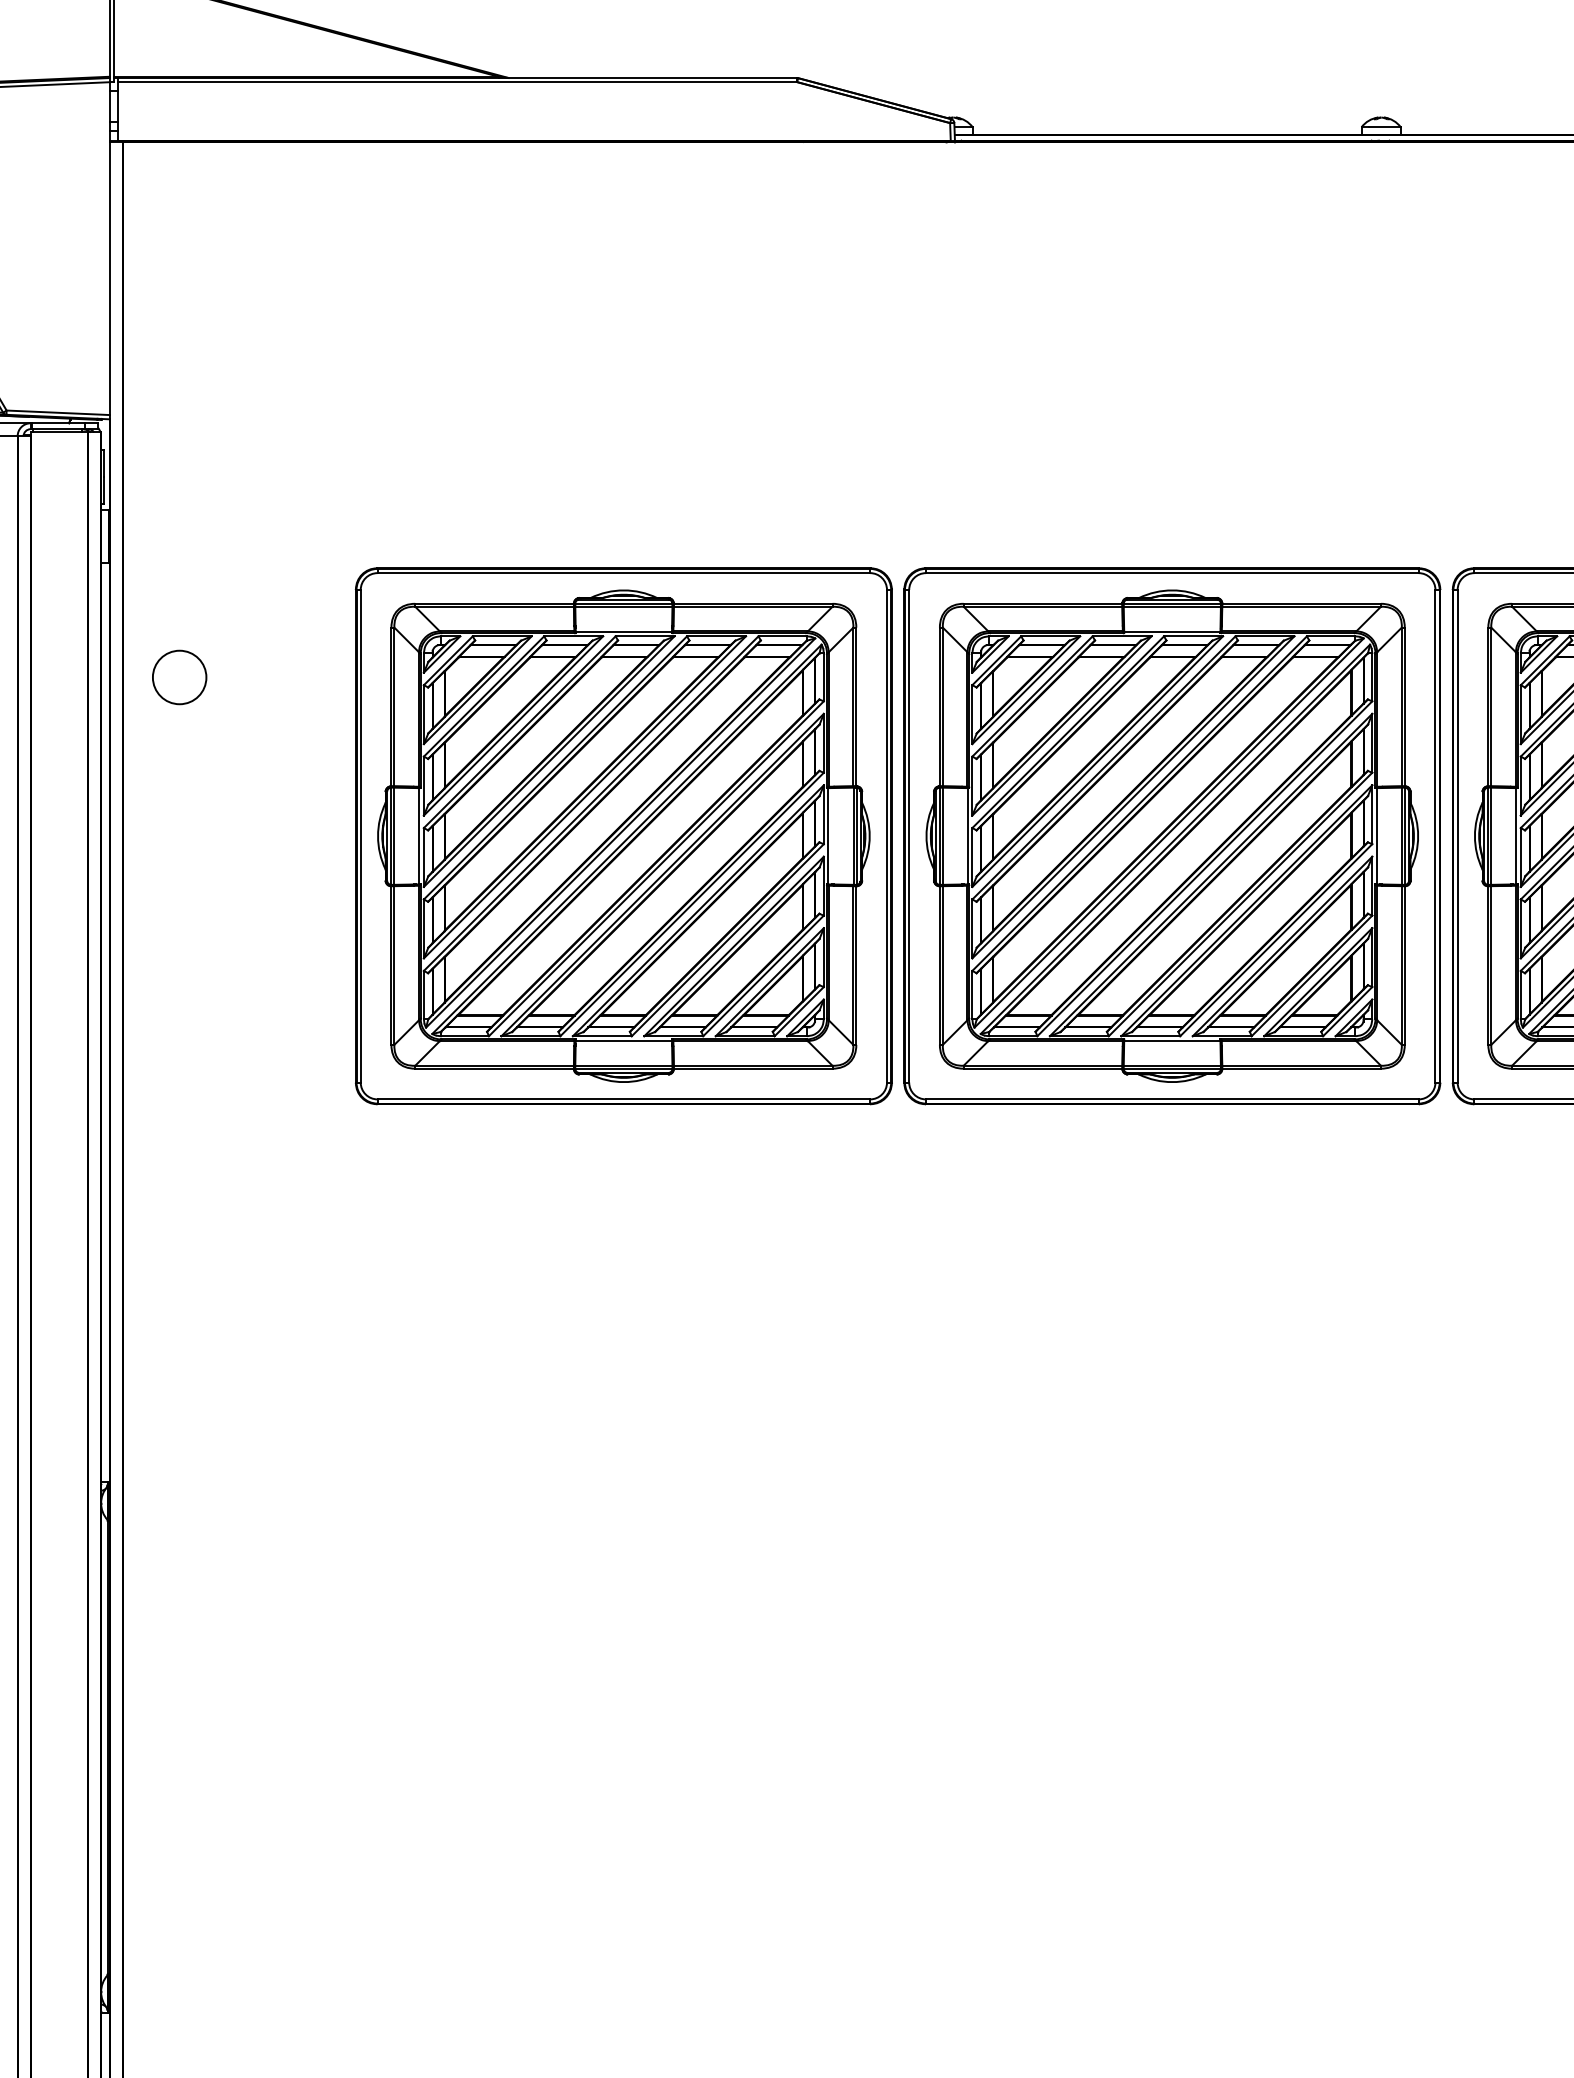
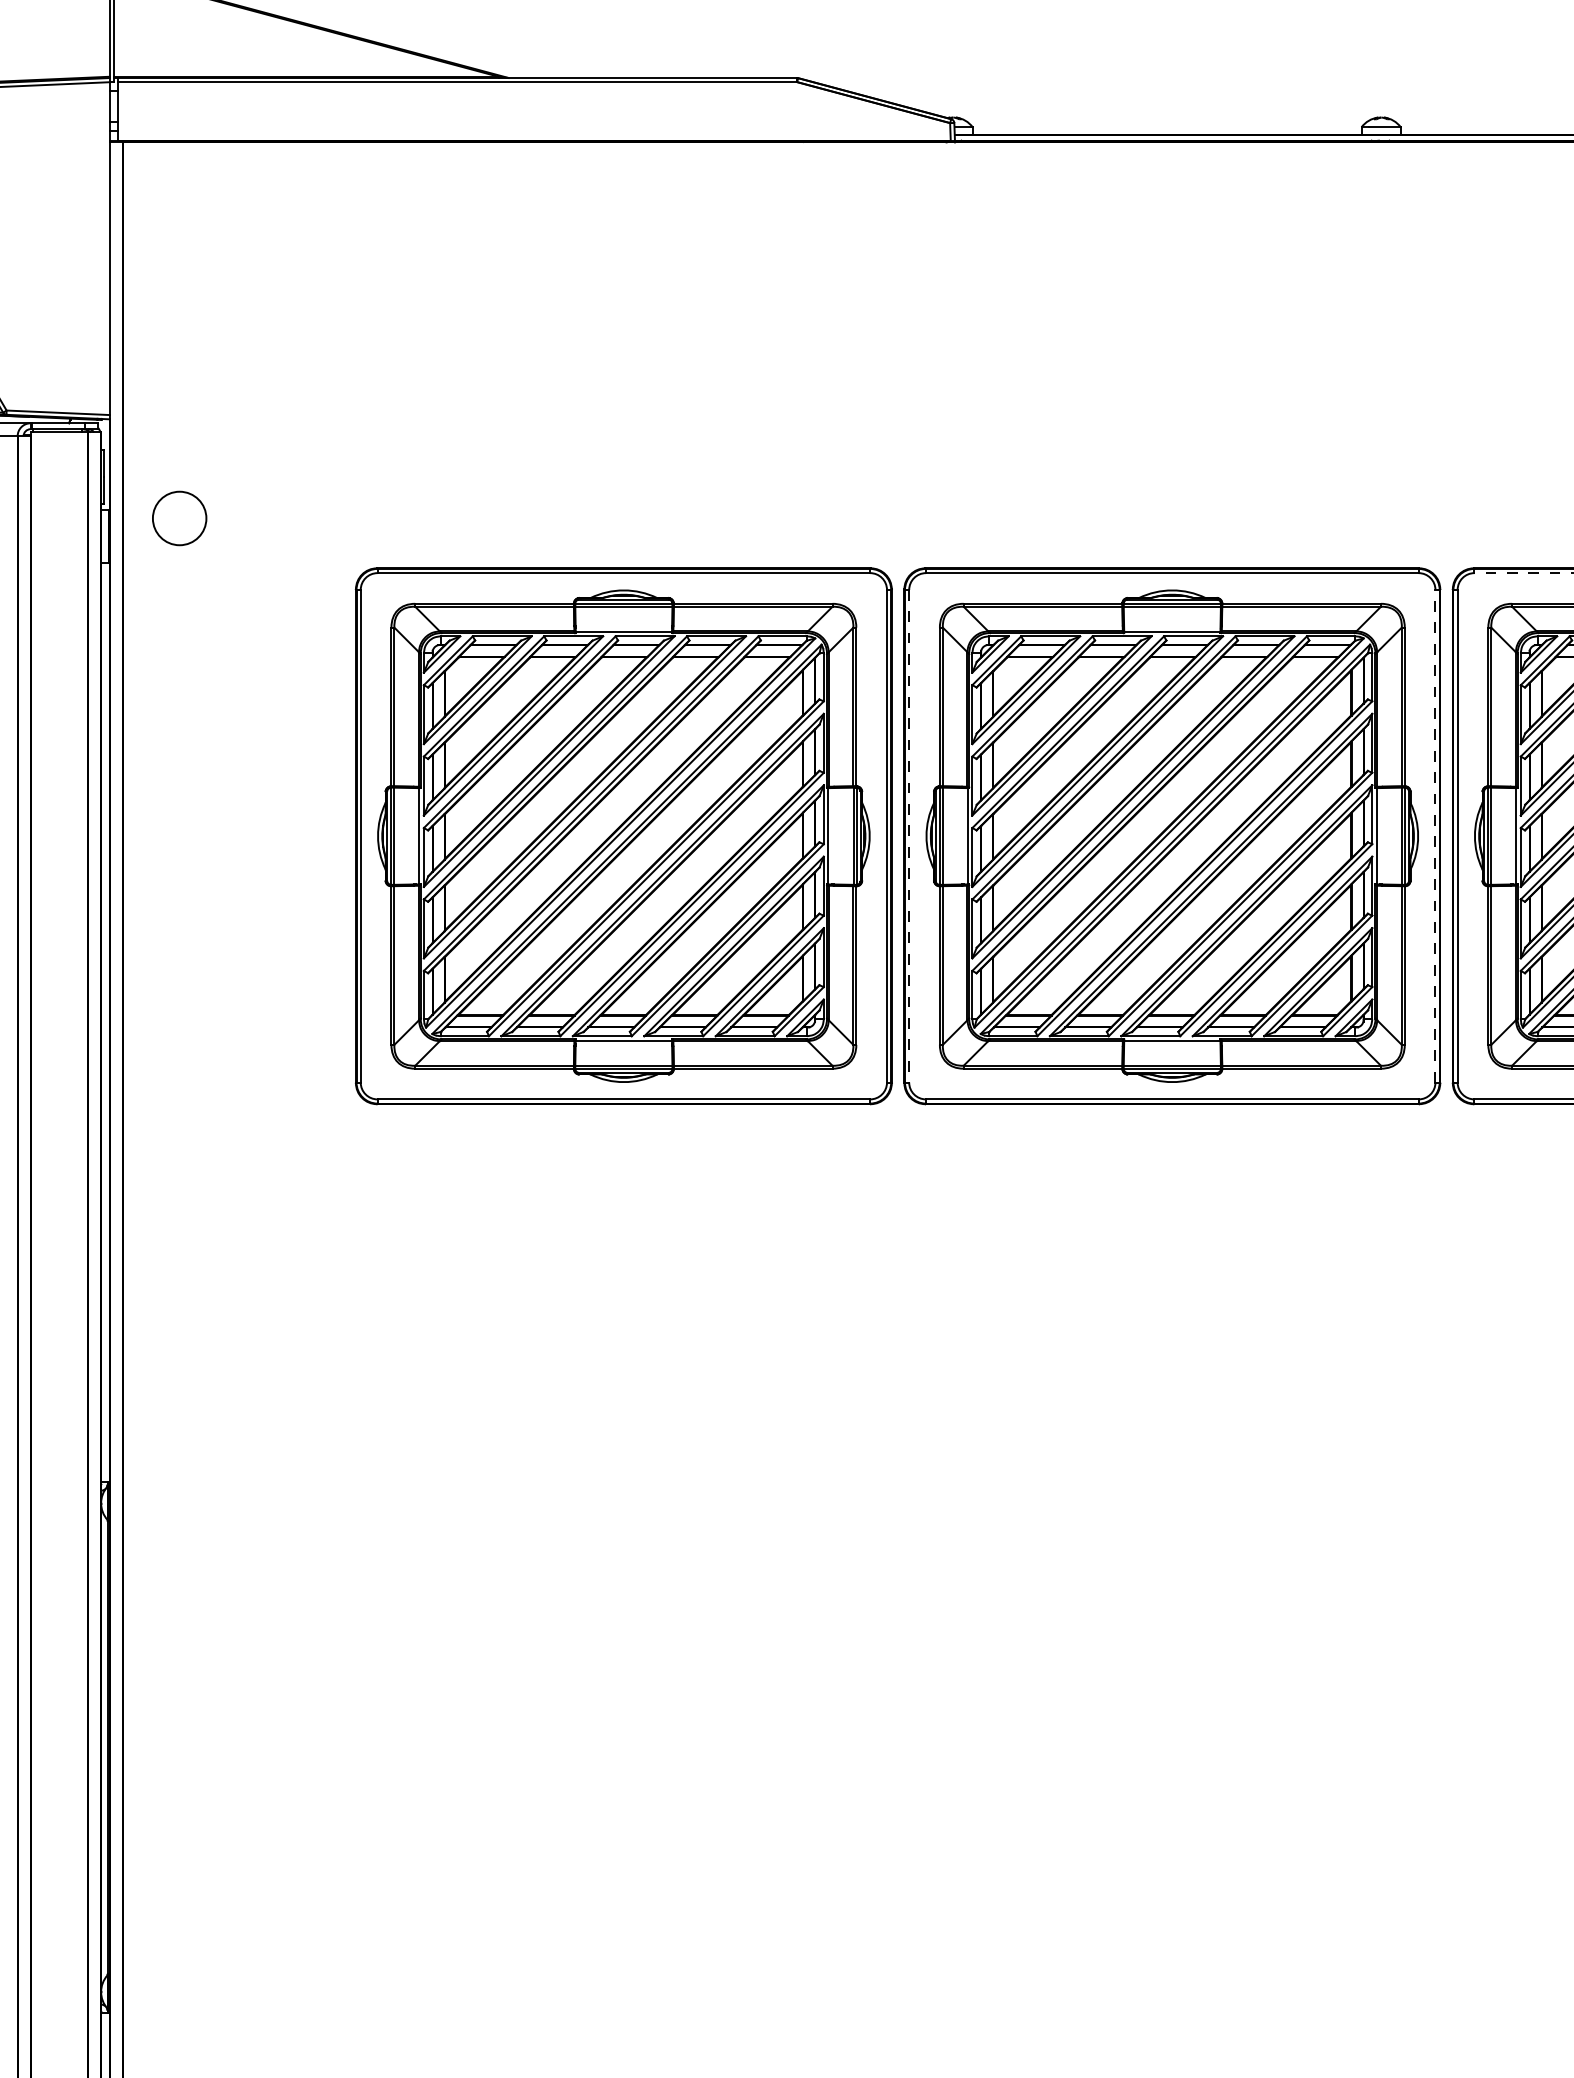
line at (1523, 573): solid -> dashed
circle at (179, 677) position: (179, 677) -> (179, 518)
line at (1435, 835): solid -> dashed
line at (909, 836): solid -> dashed
